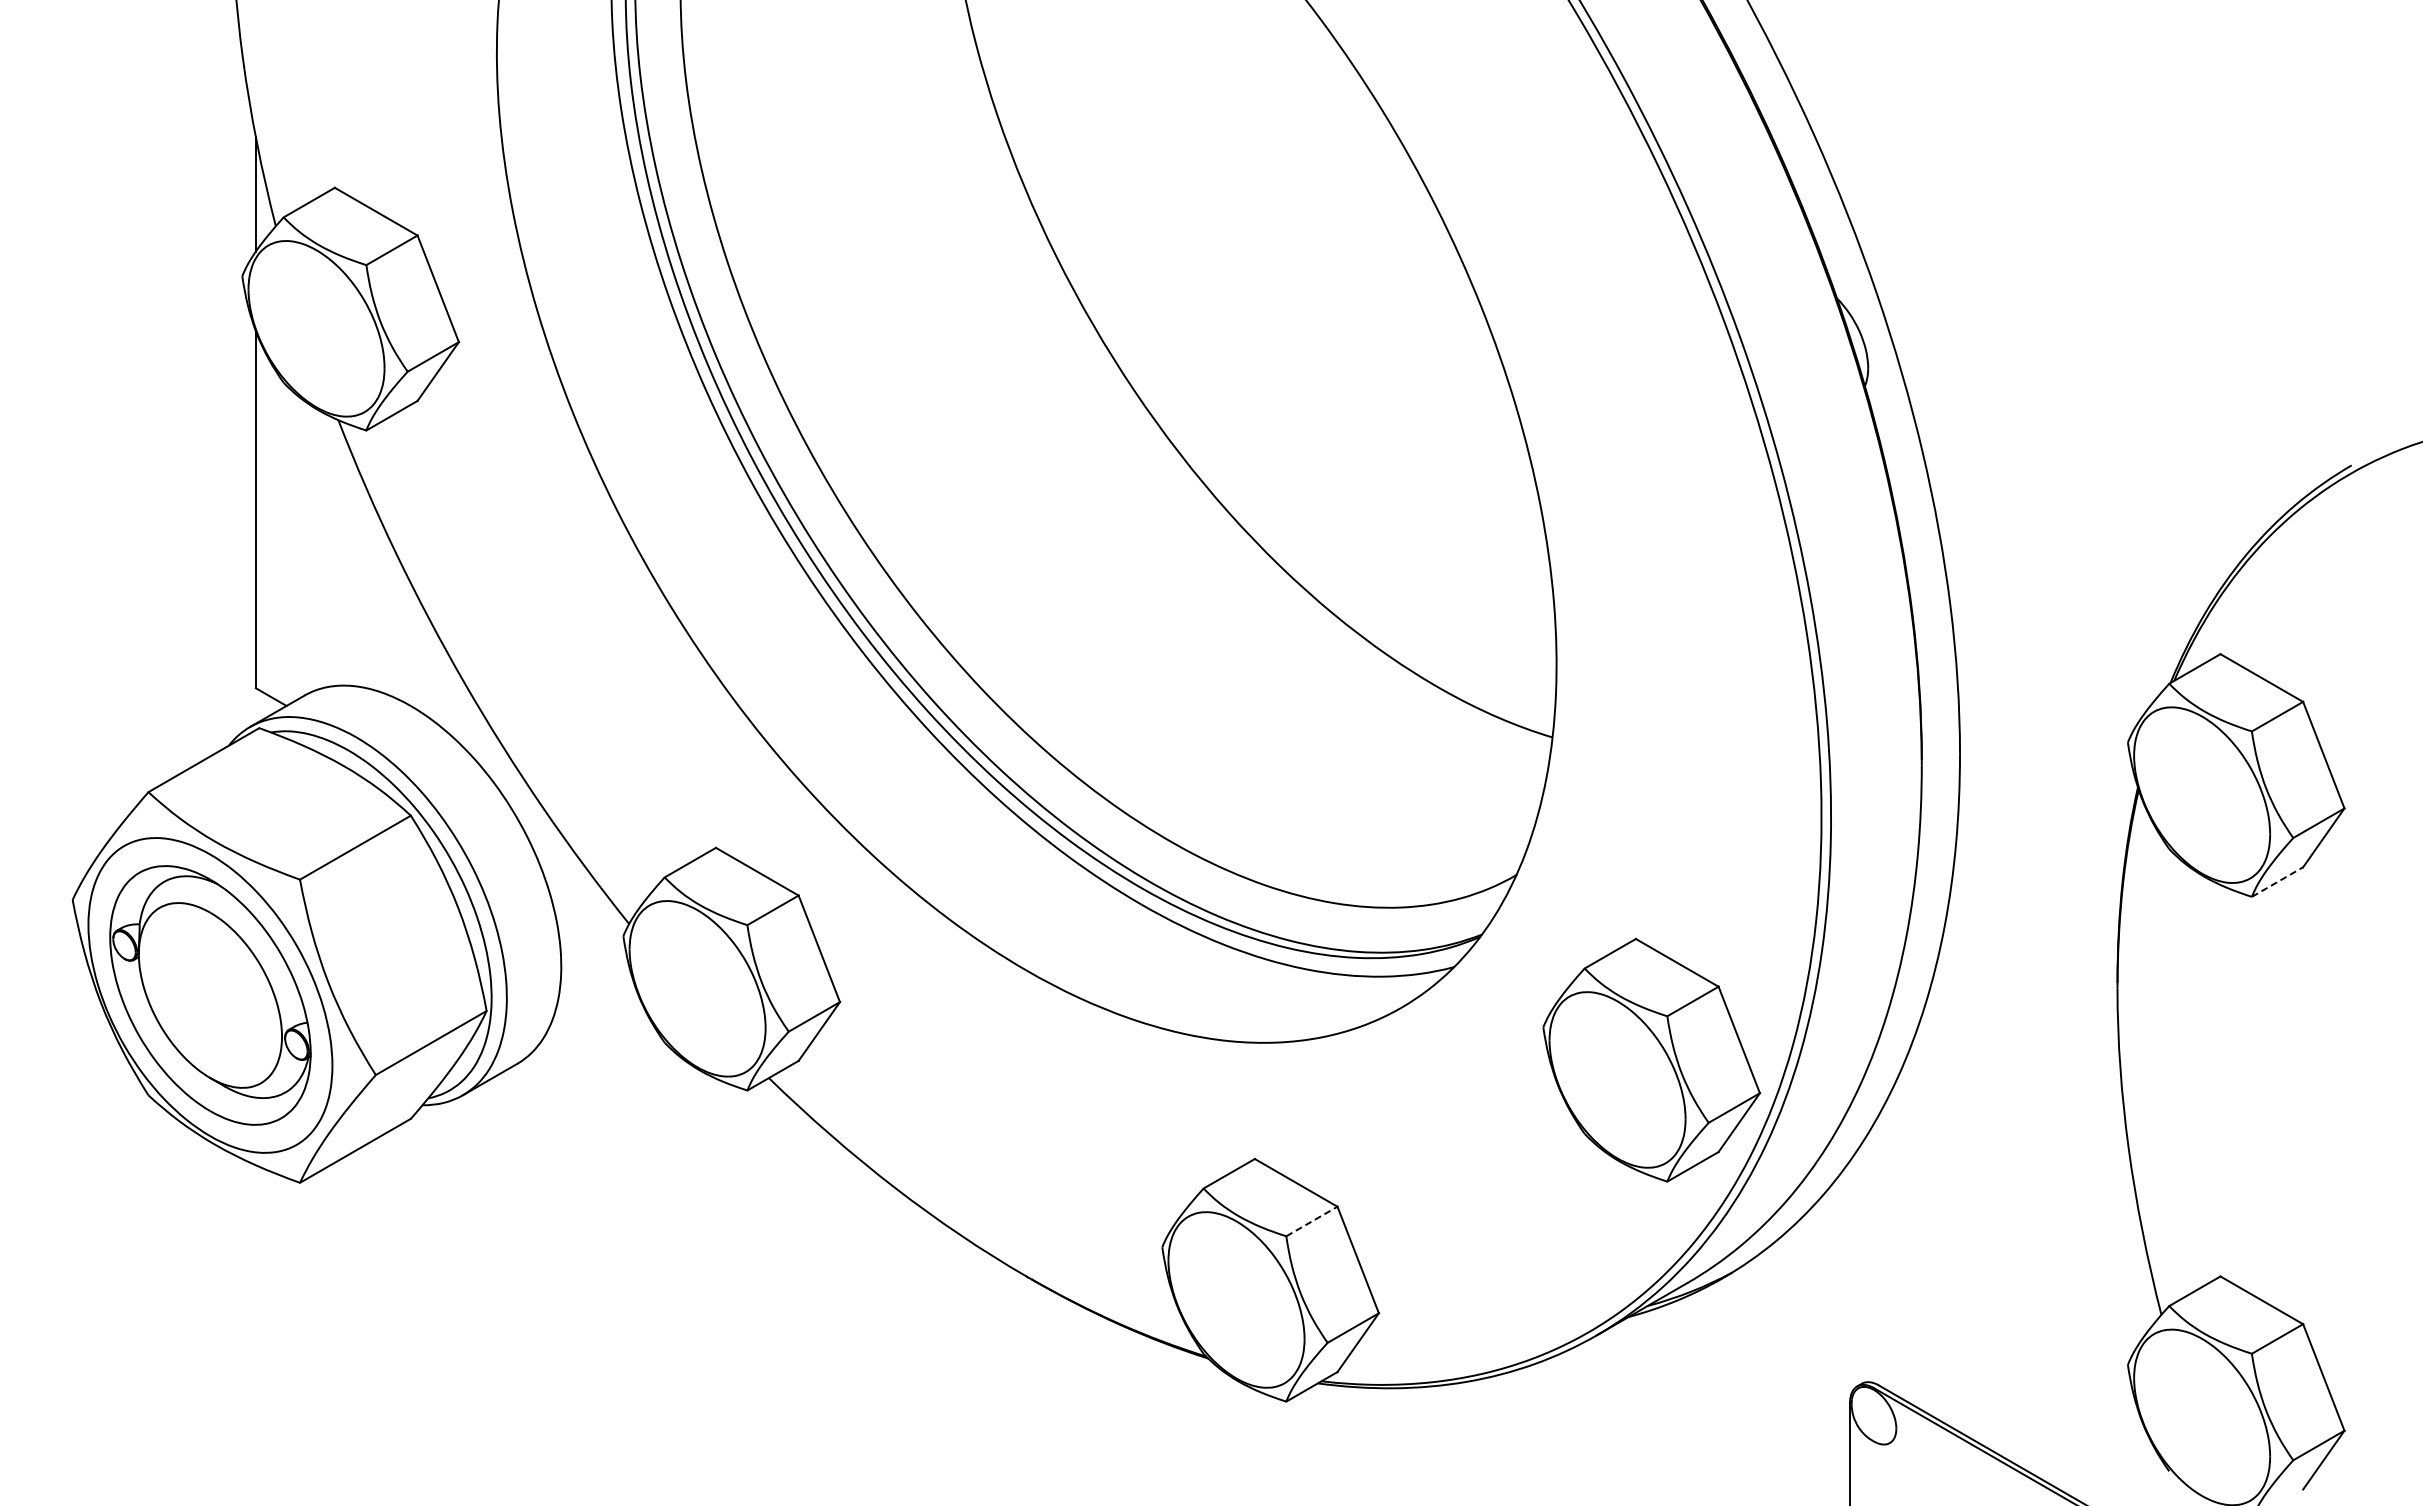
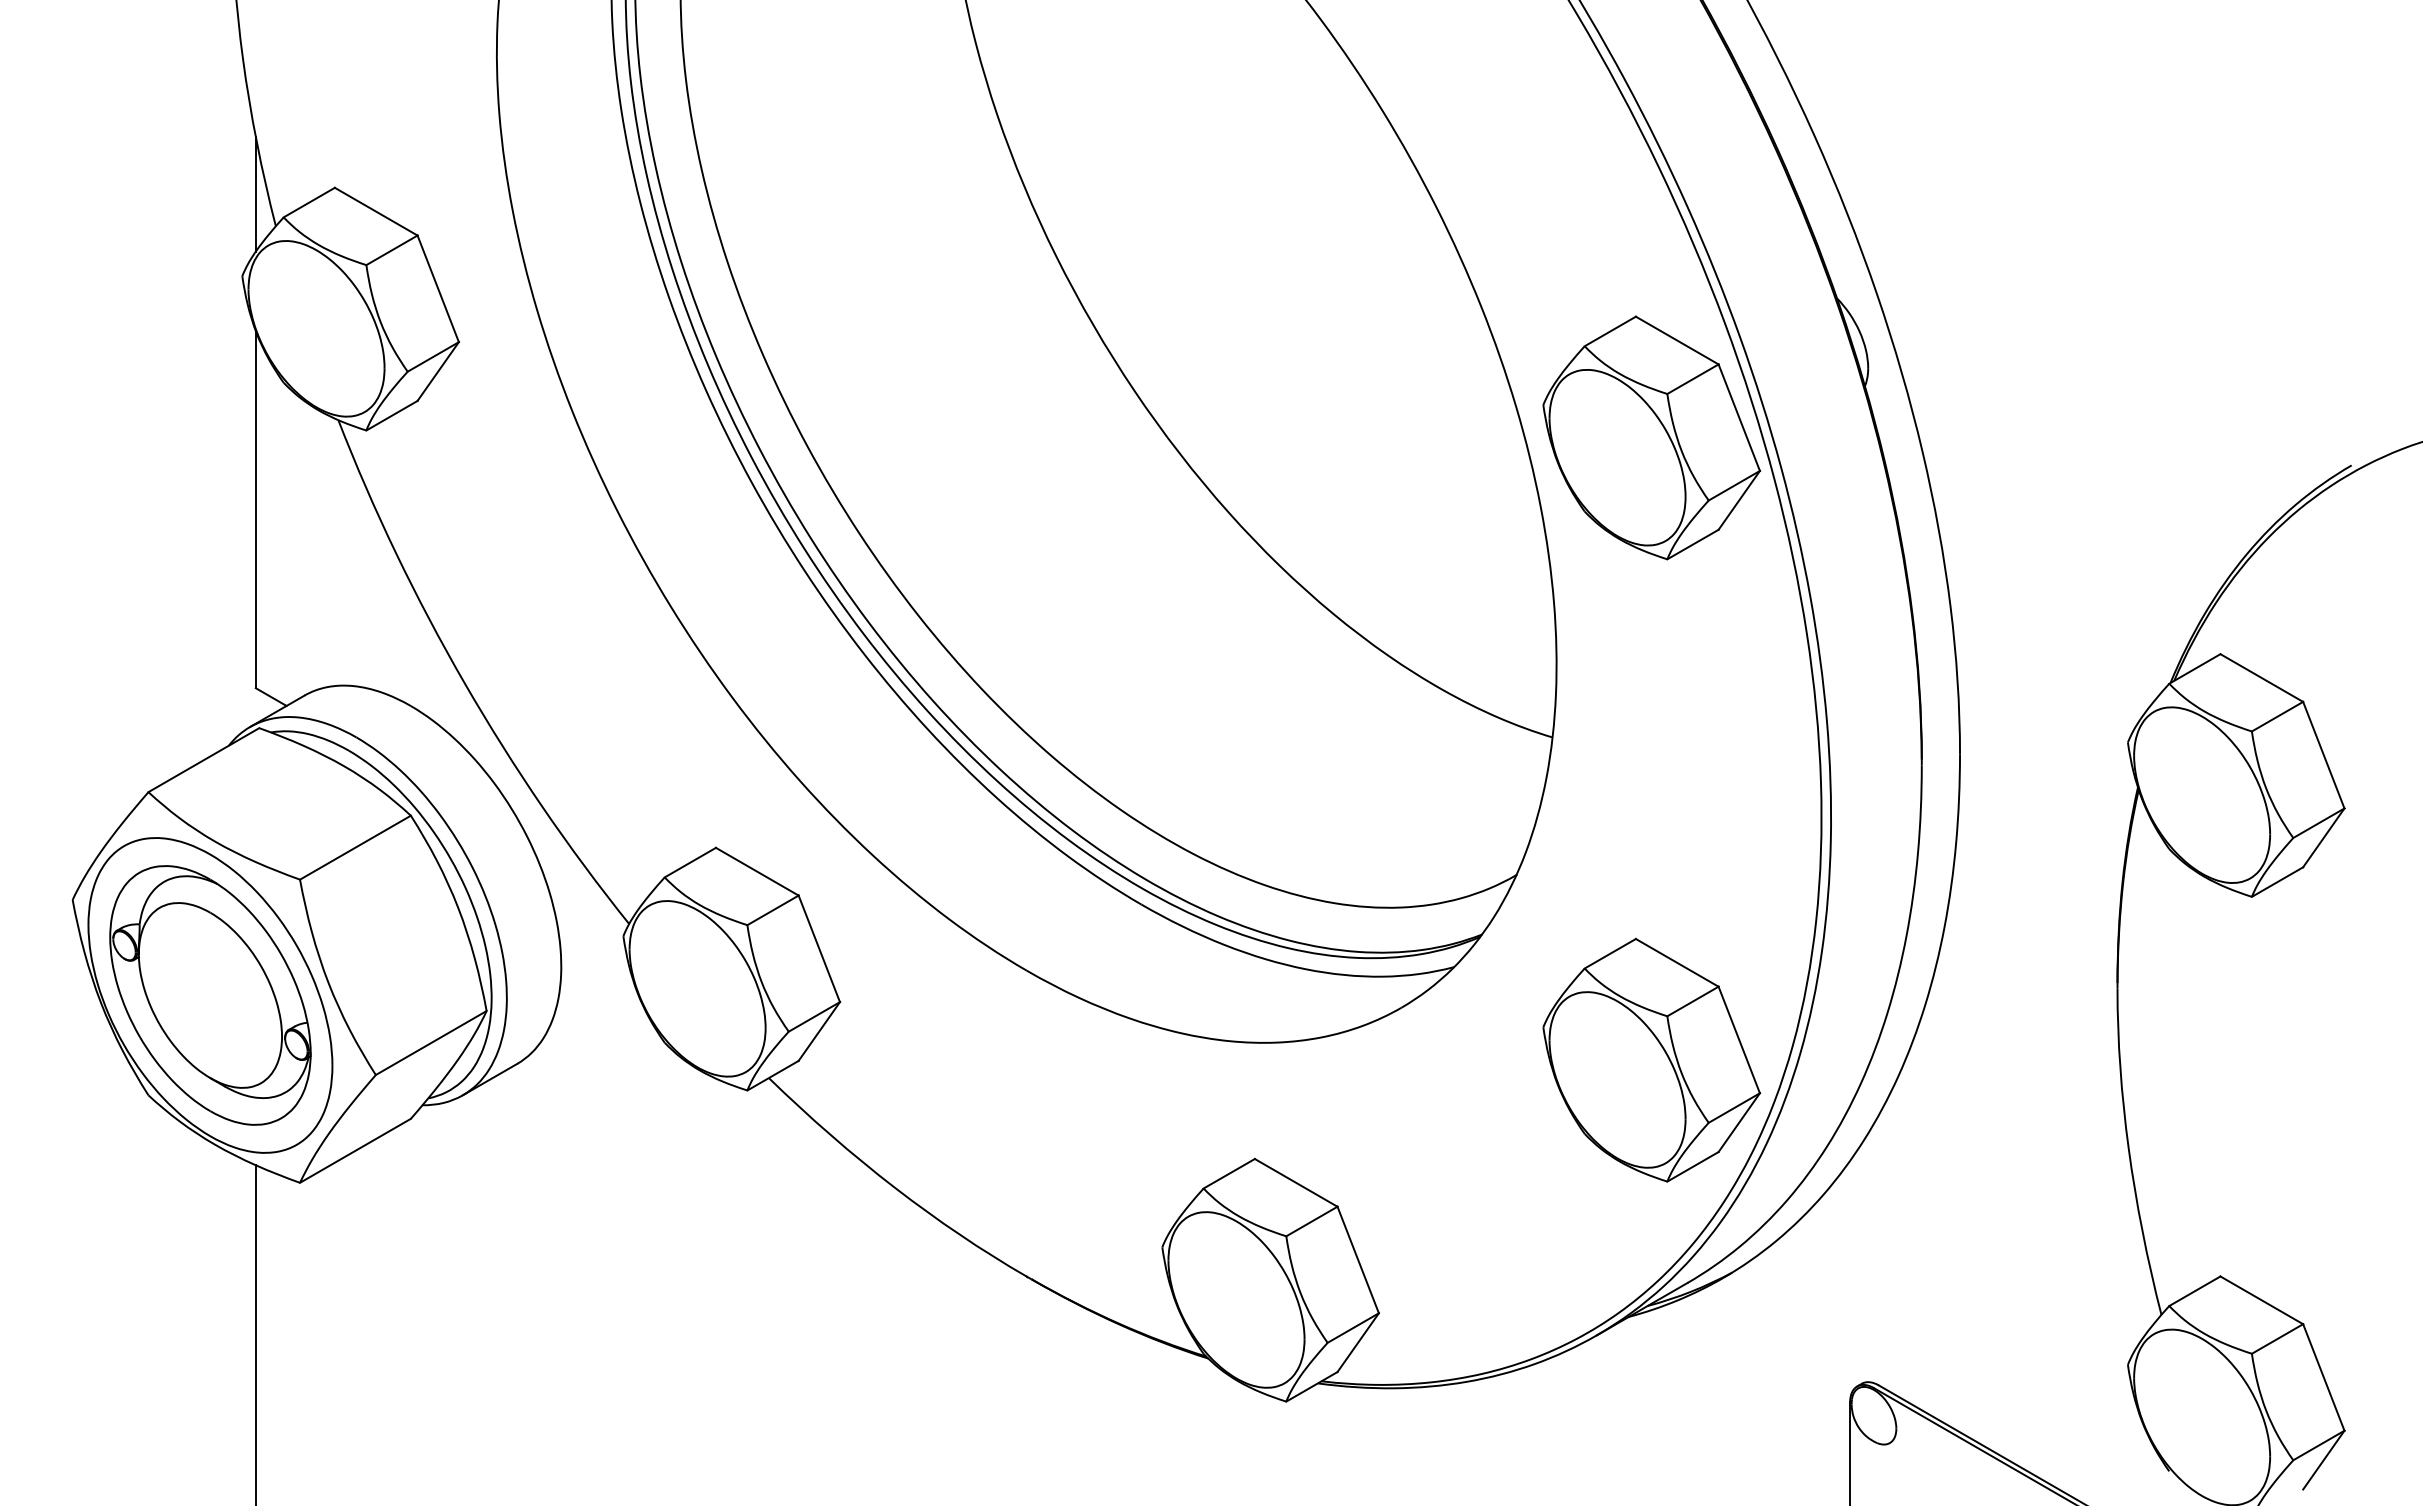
part at (1651, 437): none -> present
line at (2277, 882): dashed -> solid
line at (1311, 1221): dashed -> solid
line at (255, 1333): none -> present
